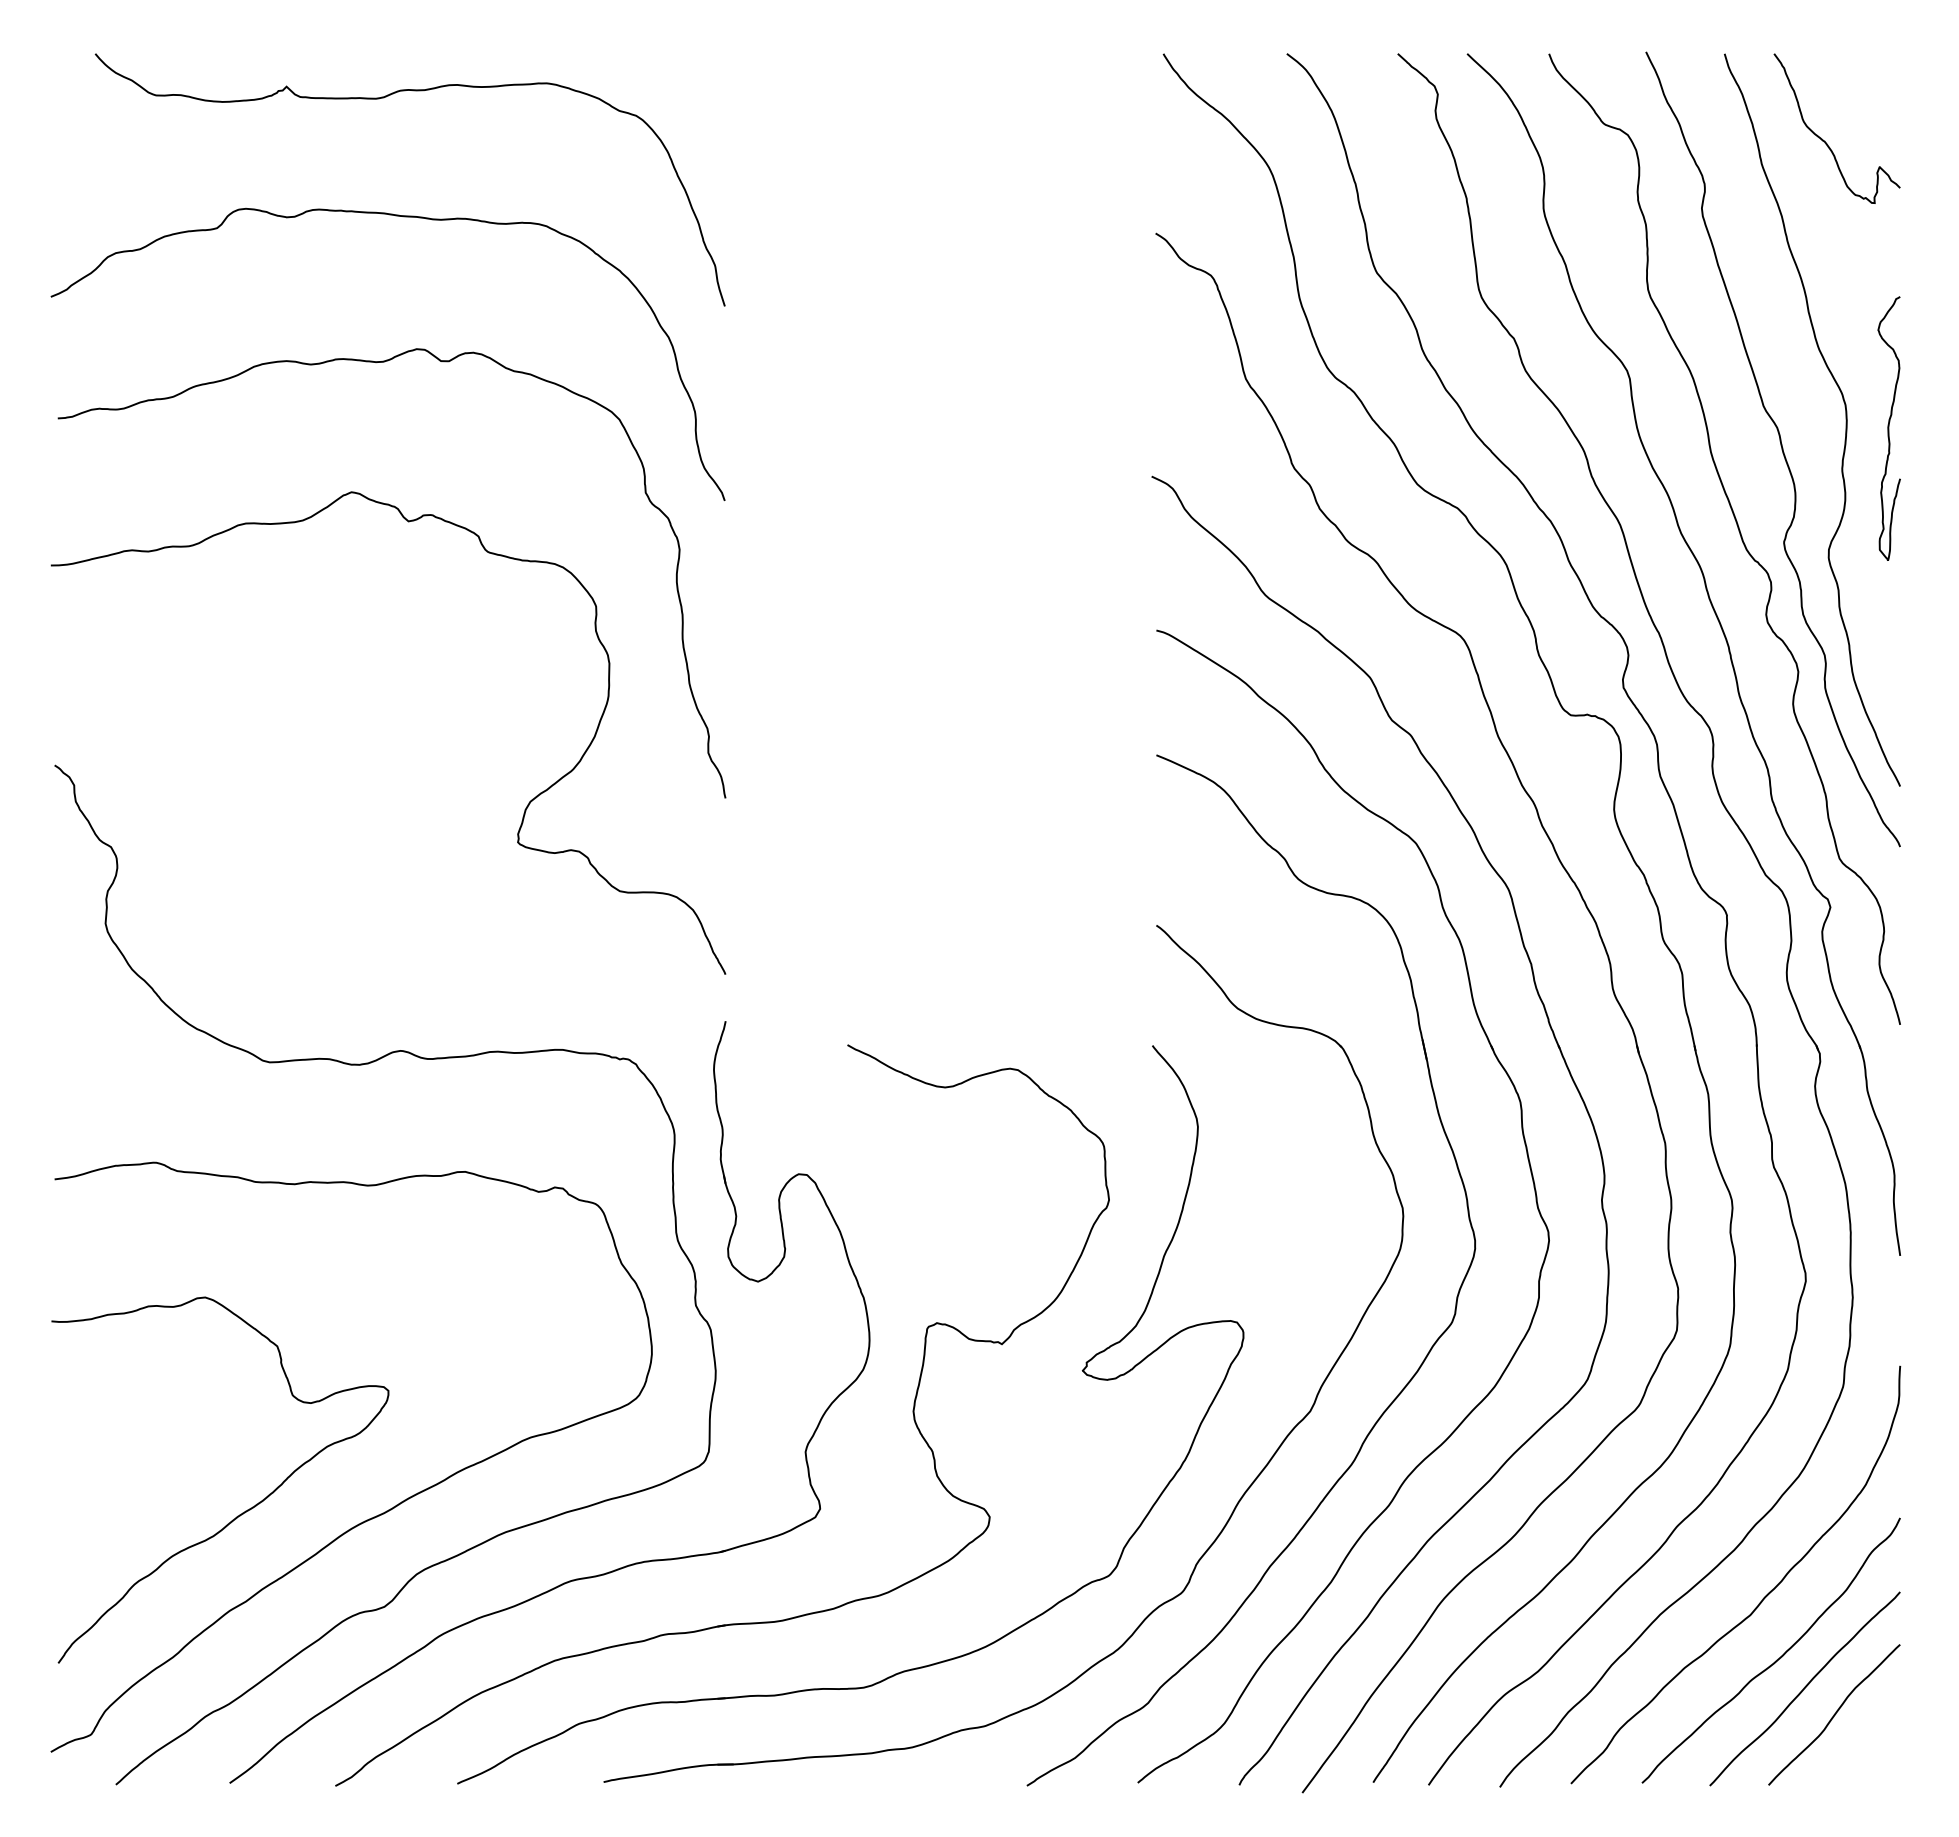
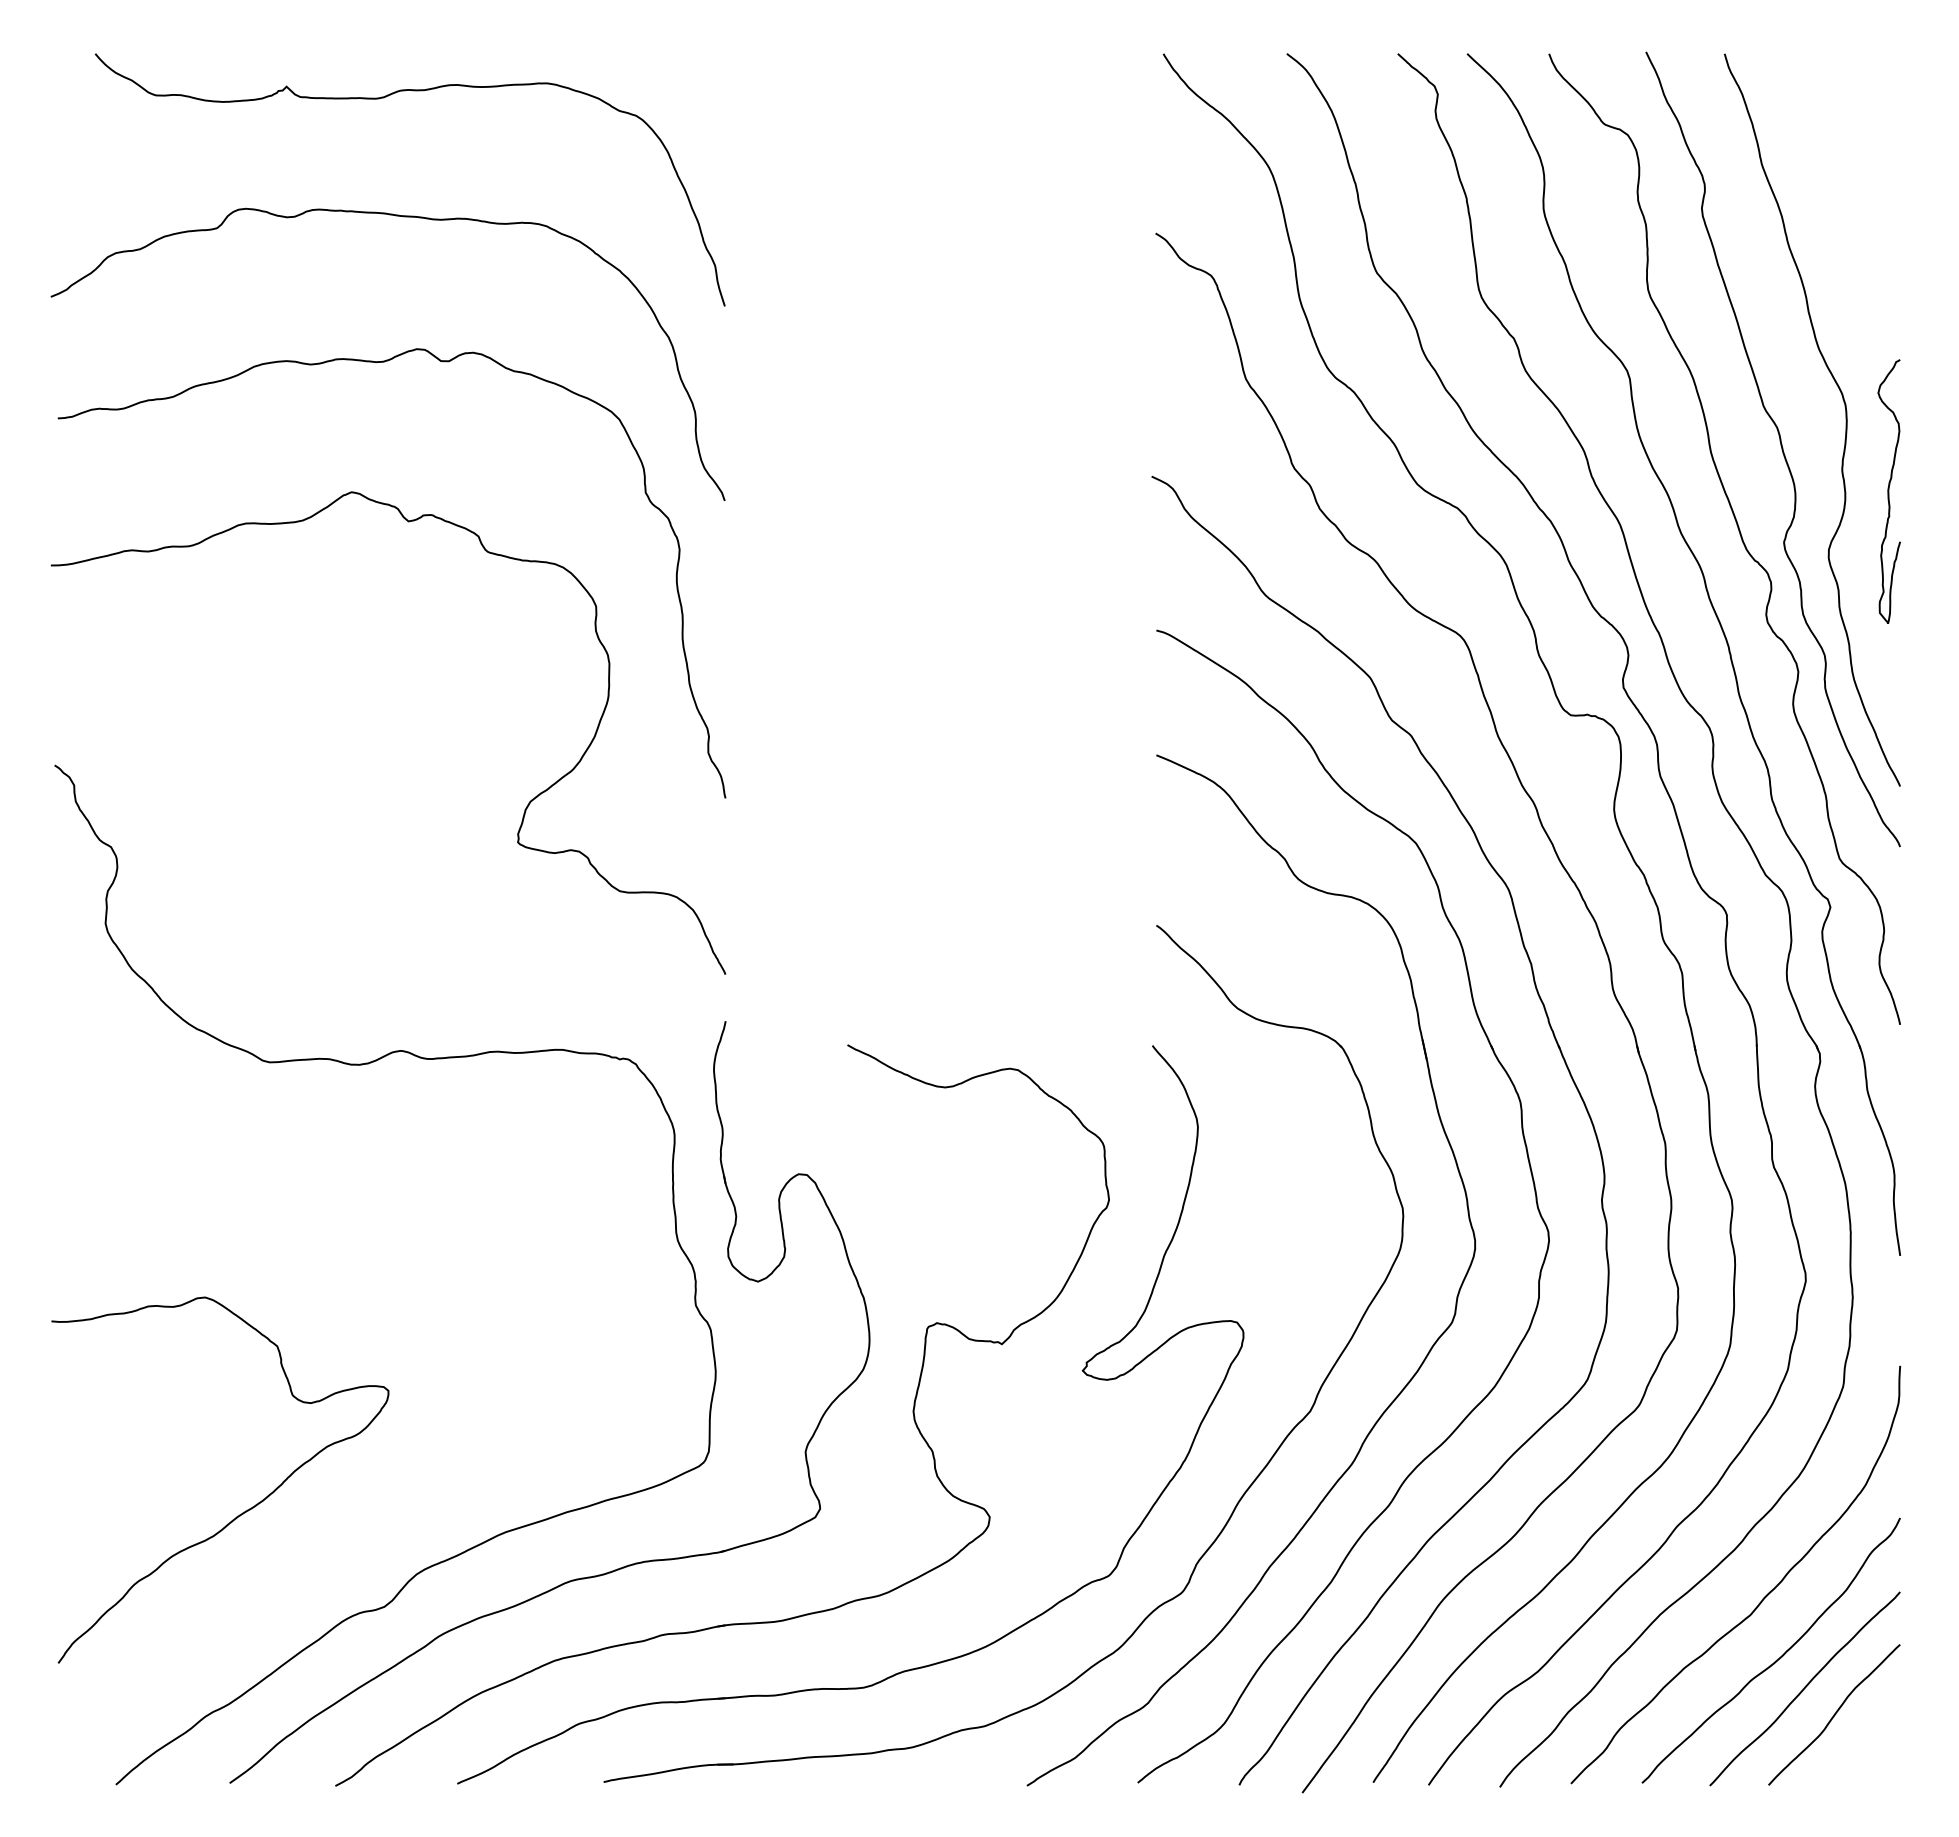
curve at (1824, 140): present -> none
curve at (1888, 428) position: (1888, 428) -> (1888, 491)
curve at (373, 1516): present -> none
